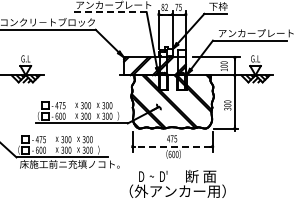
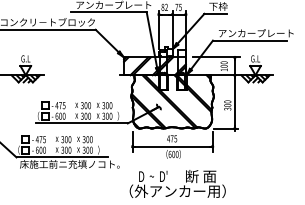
line at (108, 12): dashed -> solid
line at (172, 146): dashed -> solid
